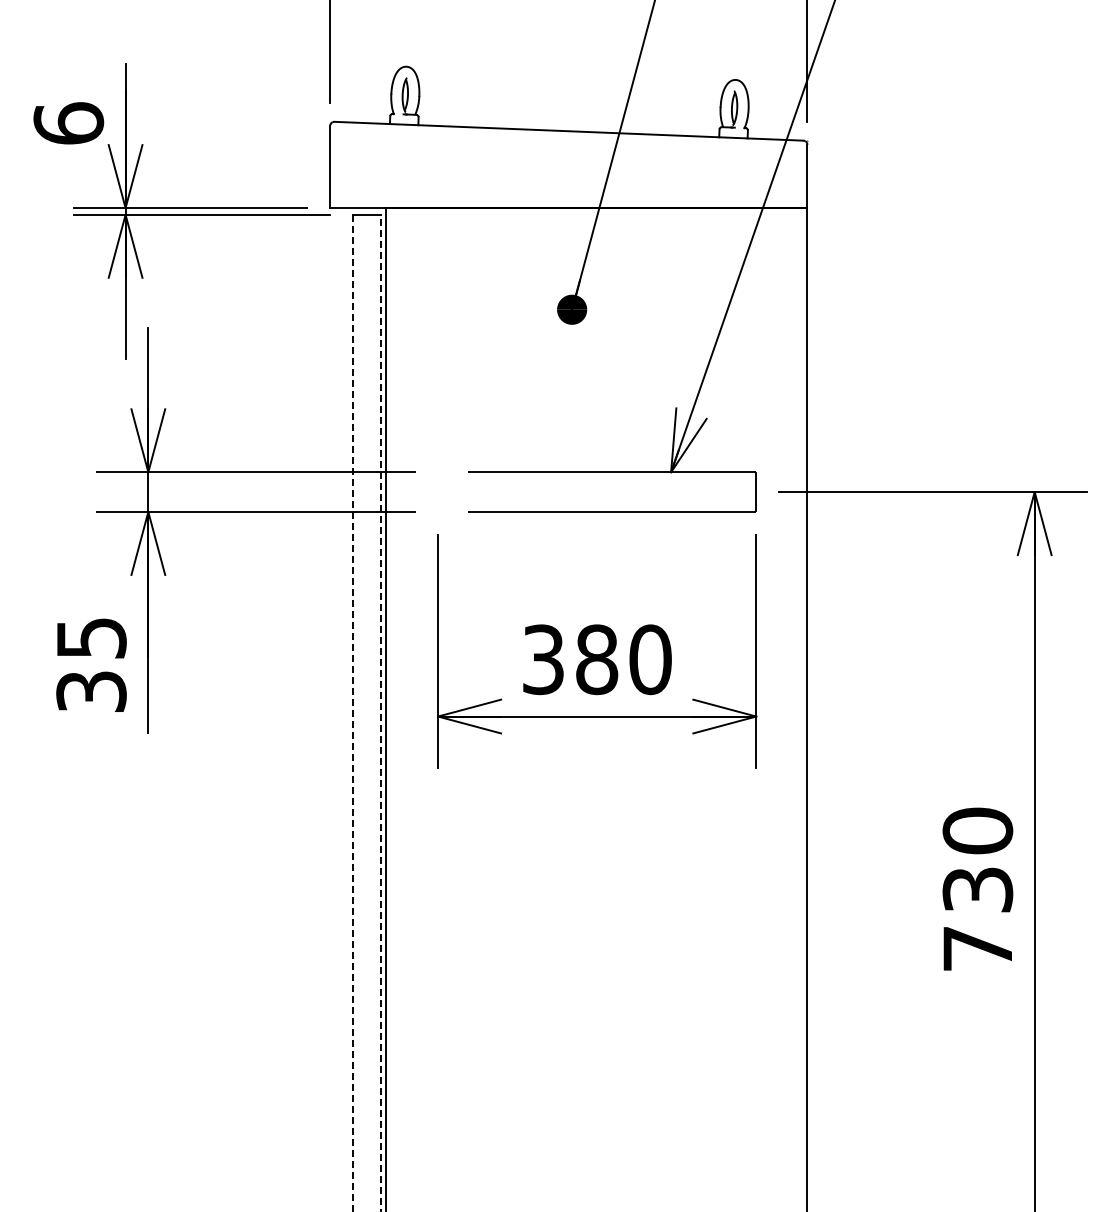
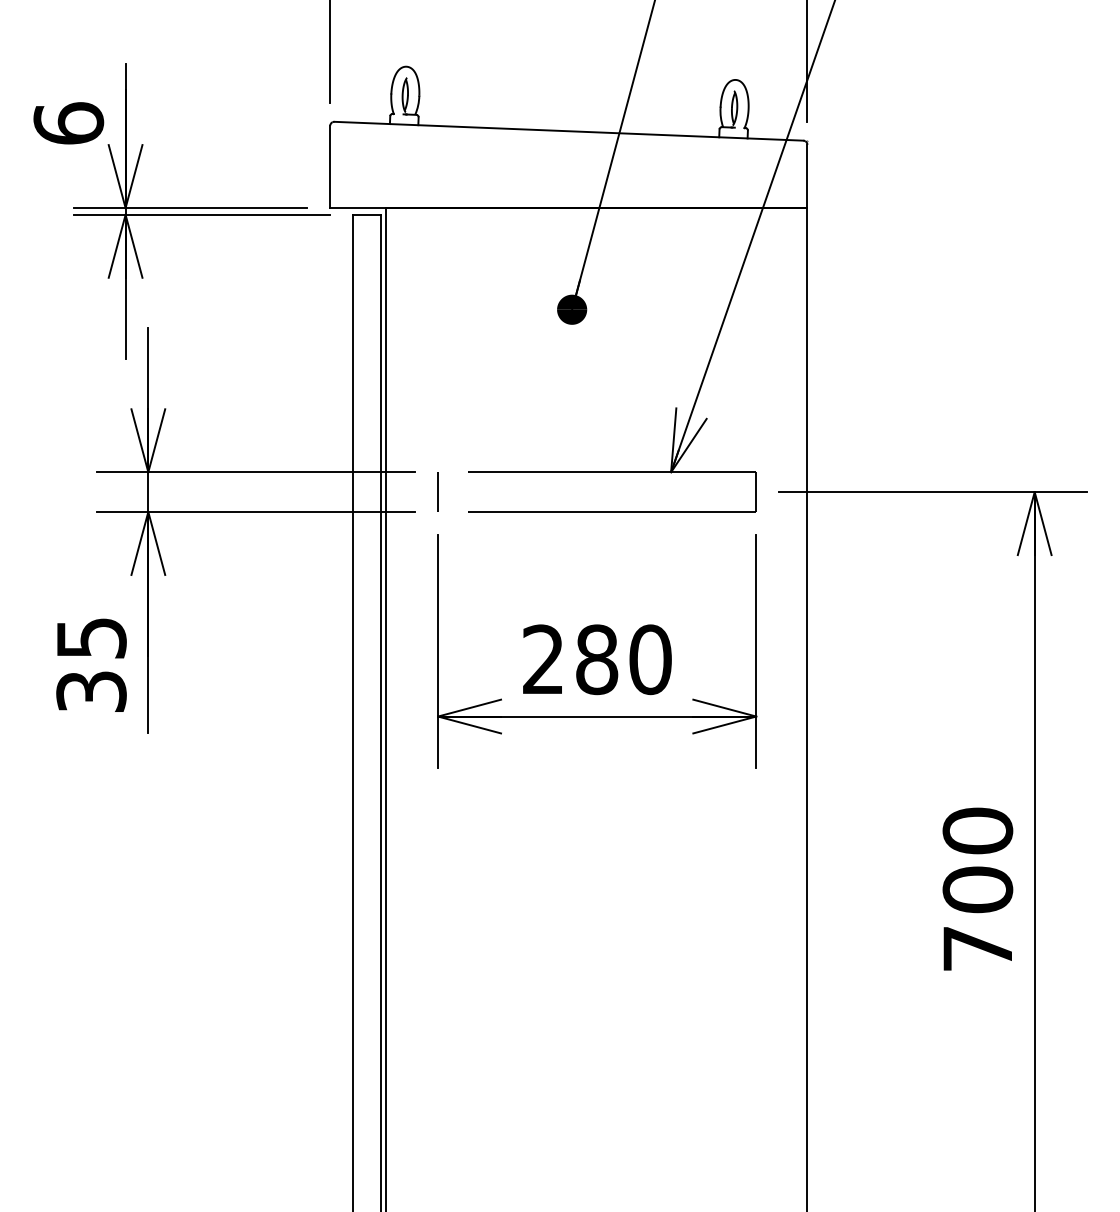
line at (437, 491): none -> present
text at (543, 659): 380 -> 280
line at (381, 712): dashed -> solid
line at (352, 713): dashed -> solid
text at (977, 889): 730 -> 700
